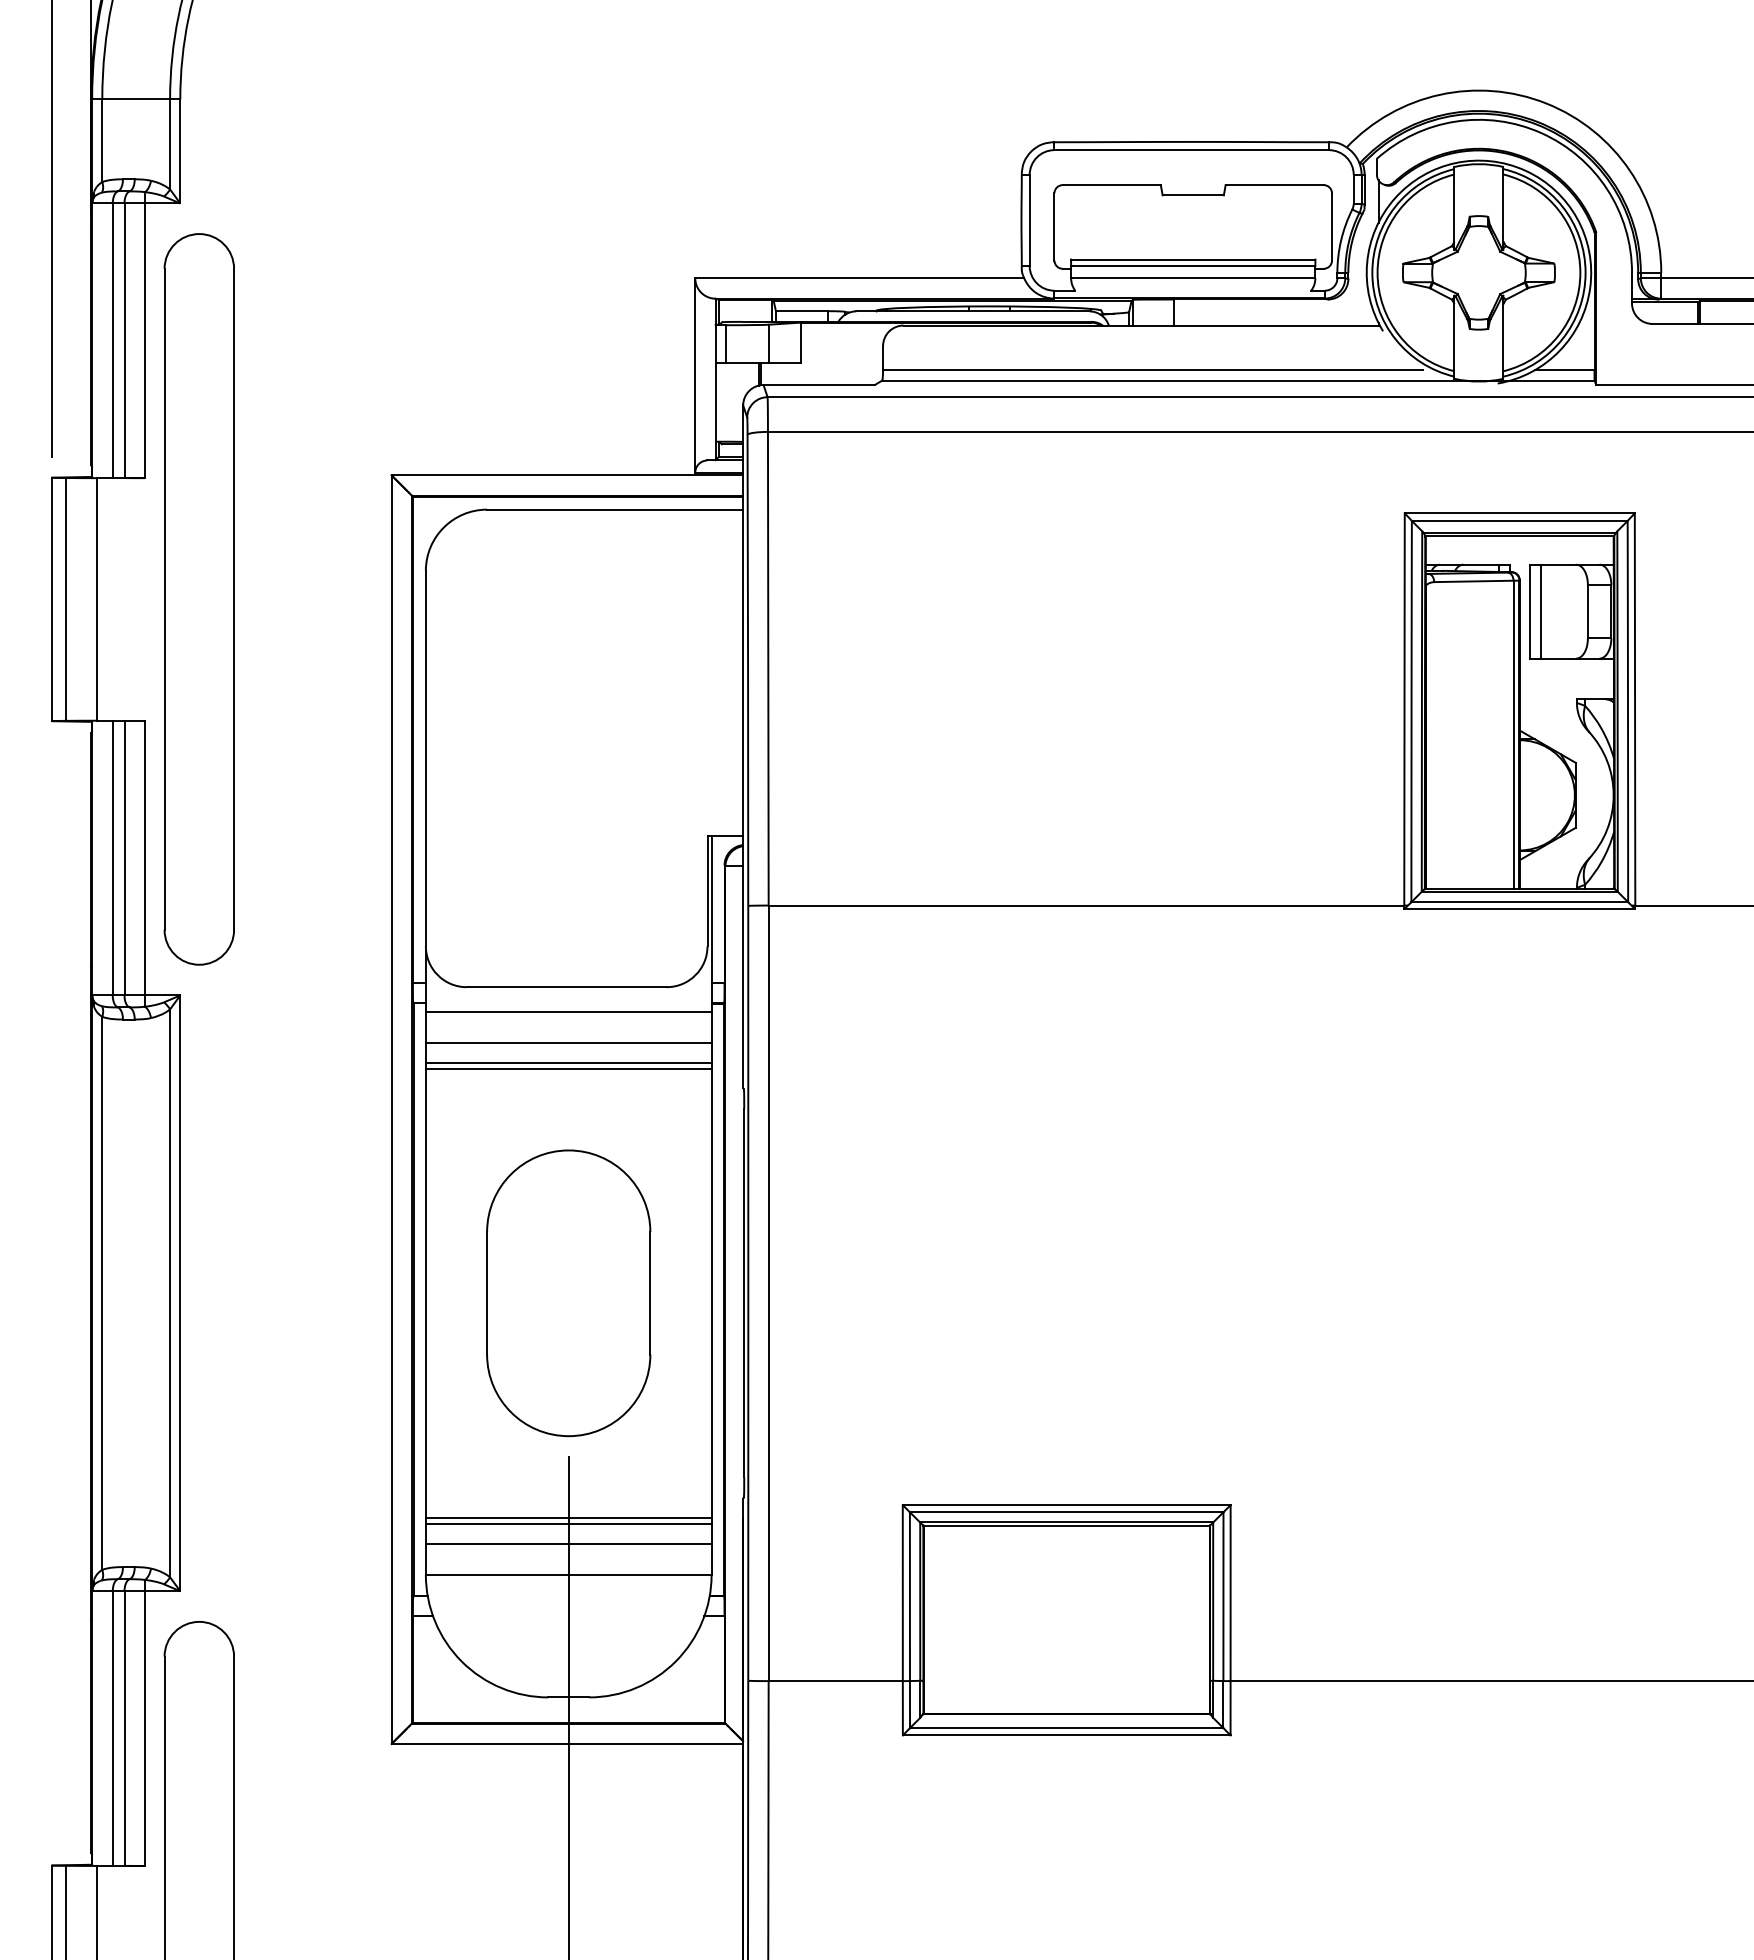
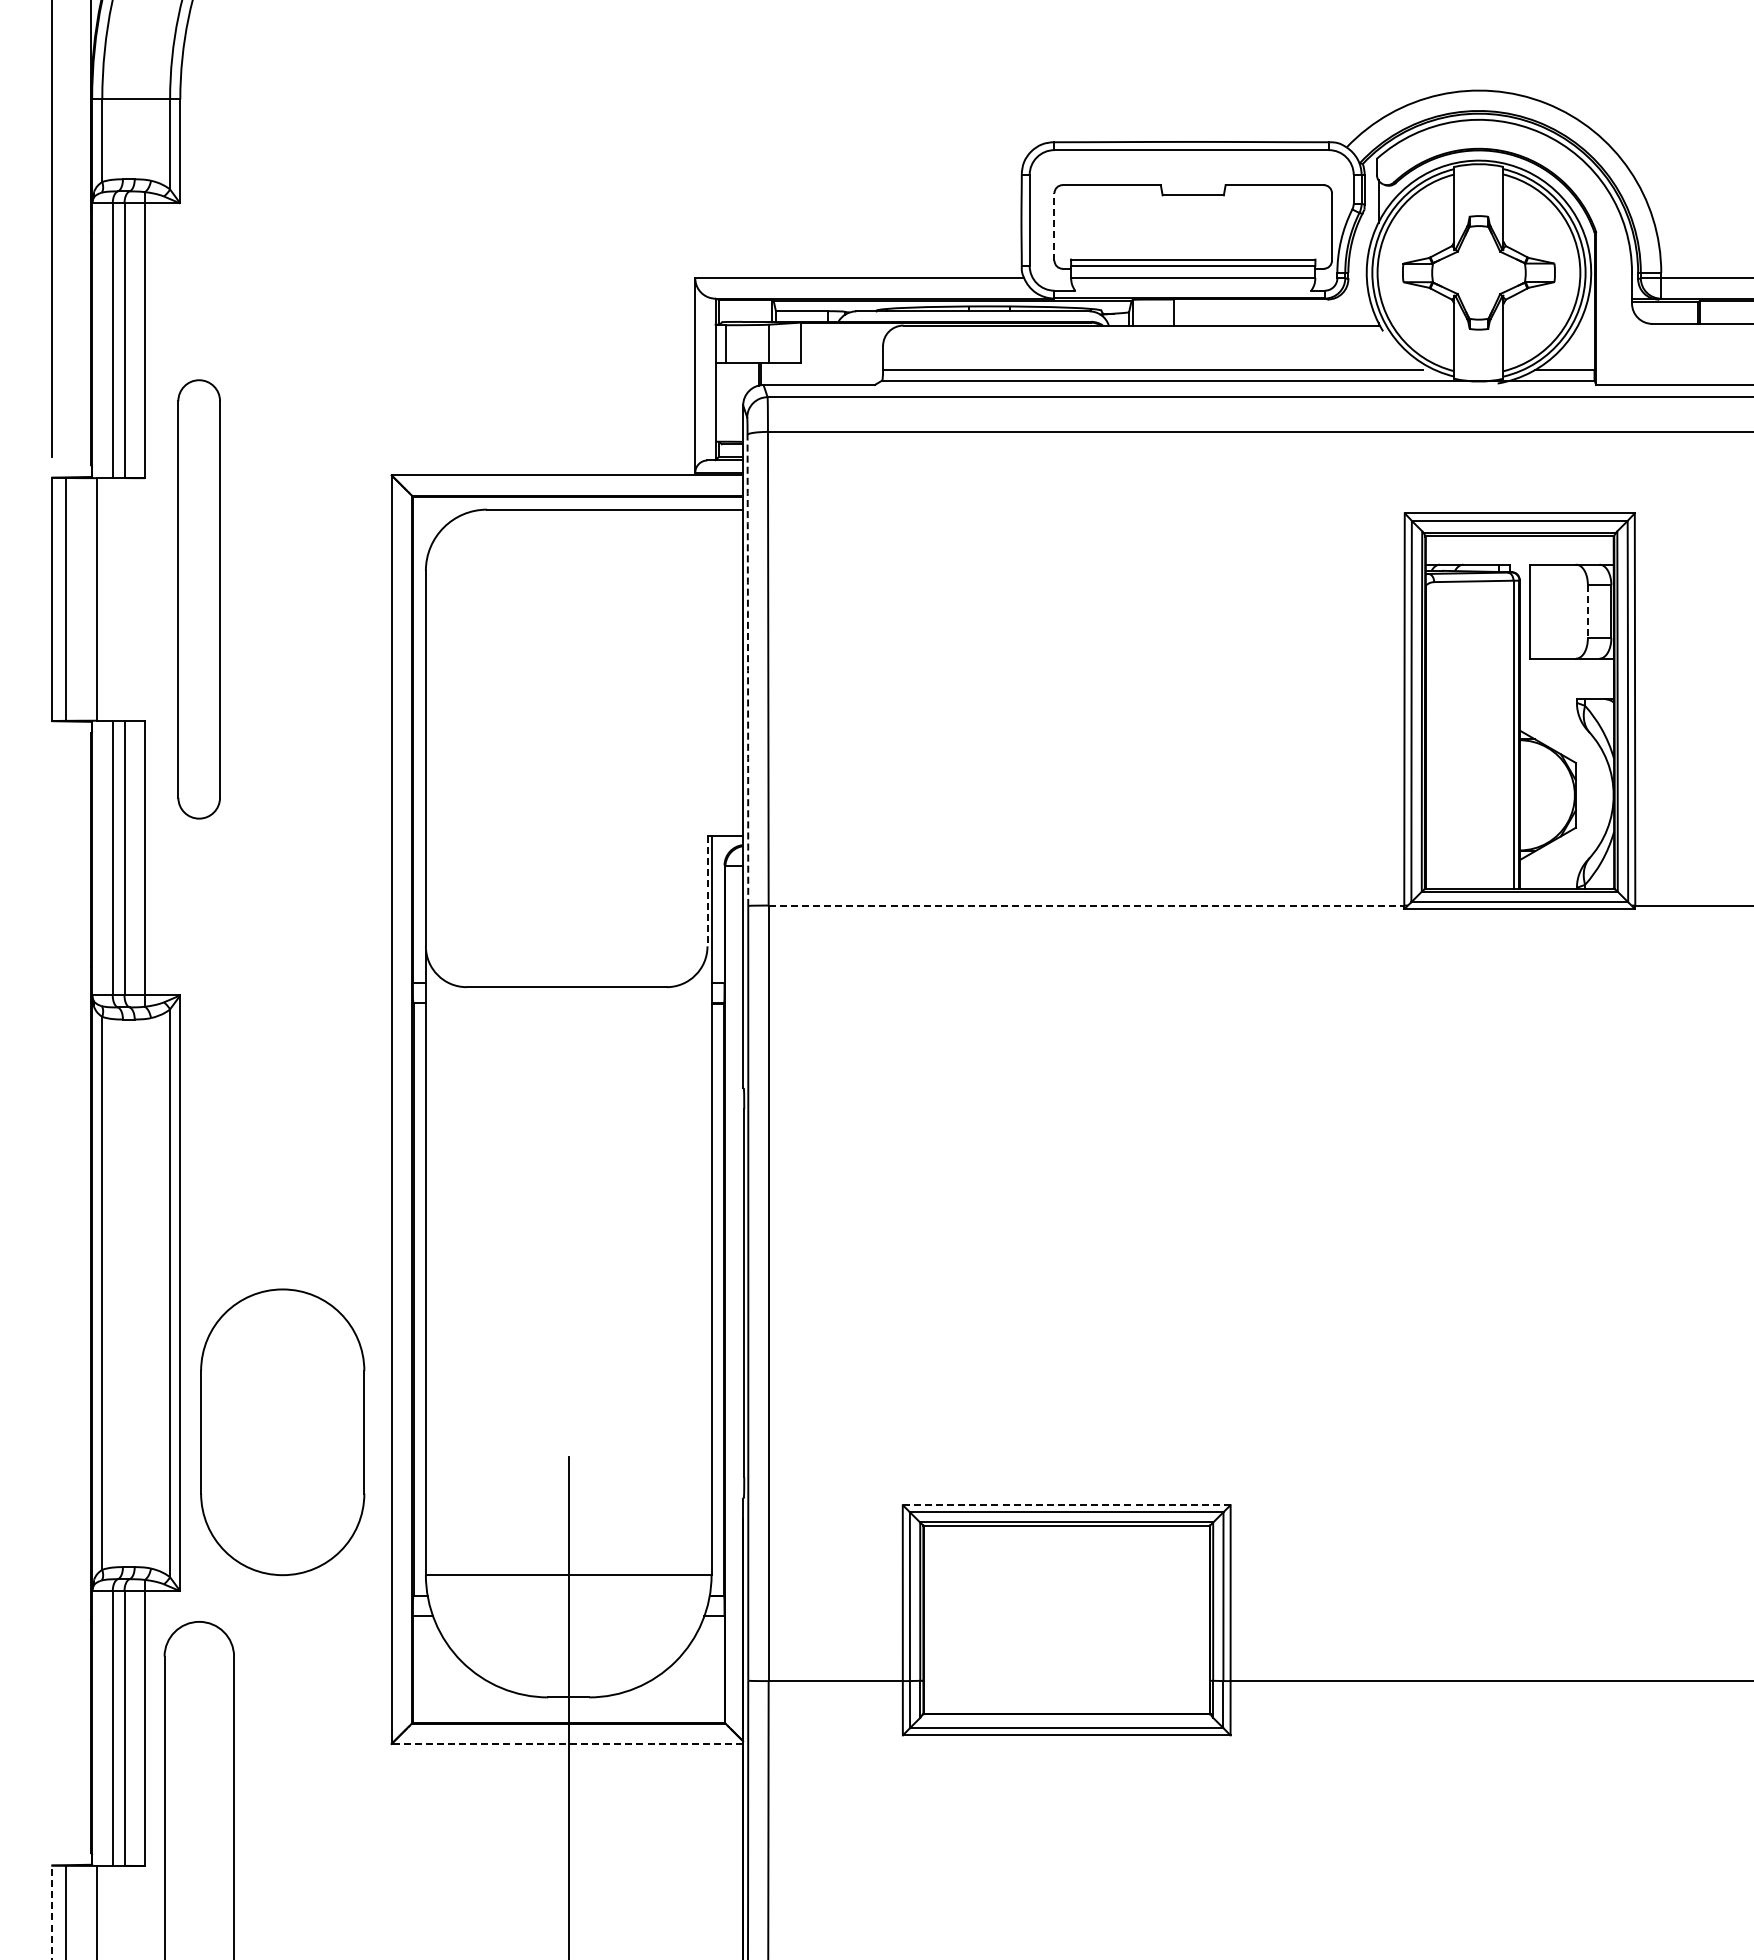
line at (1054, 226): solid -> dashed
part at (198, 599) size: 72x733 px -> 44x441 px
line at (1541, 611): present -> none
line at (1587, 611): solid -> dashed
arc at (748, 670): solid -> dashed
line at (707, 891): solid -> dashed
line at (1086, 905): solid -> dashed
line at (568, 1011): present -> none
line at (568, 1043): present -> none
line at (568, 1062): present -> none
line at (568, 1068): present -> none
part at (568, 1293) position: (568, 1293) -> (282, 1432)
line at (1066, 1505): solid -> dashed
line at (568, 1517): present -> none
line at (568, 1524): present -> none
line at (568, 1543): present -> none
line at (567, 1743): solid -> dashed
line at (52, 1912): solid -> dashed
